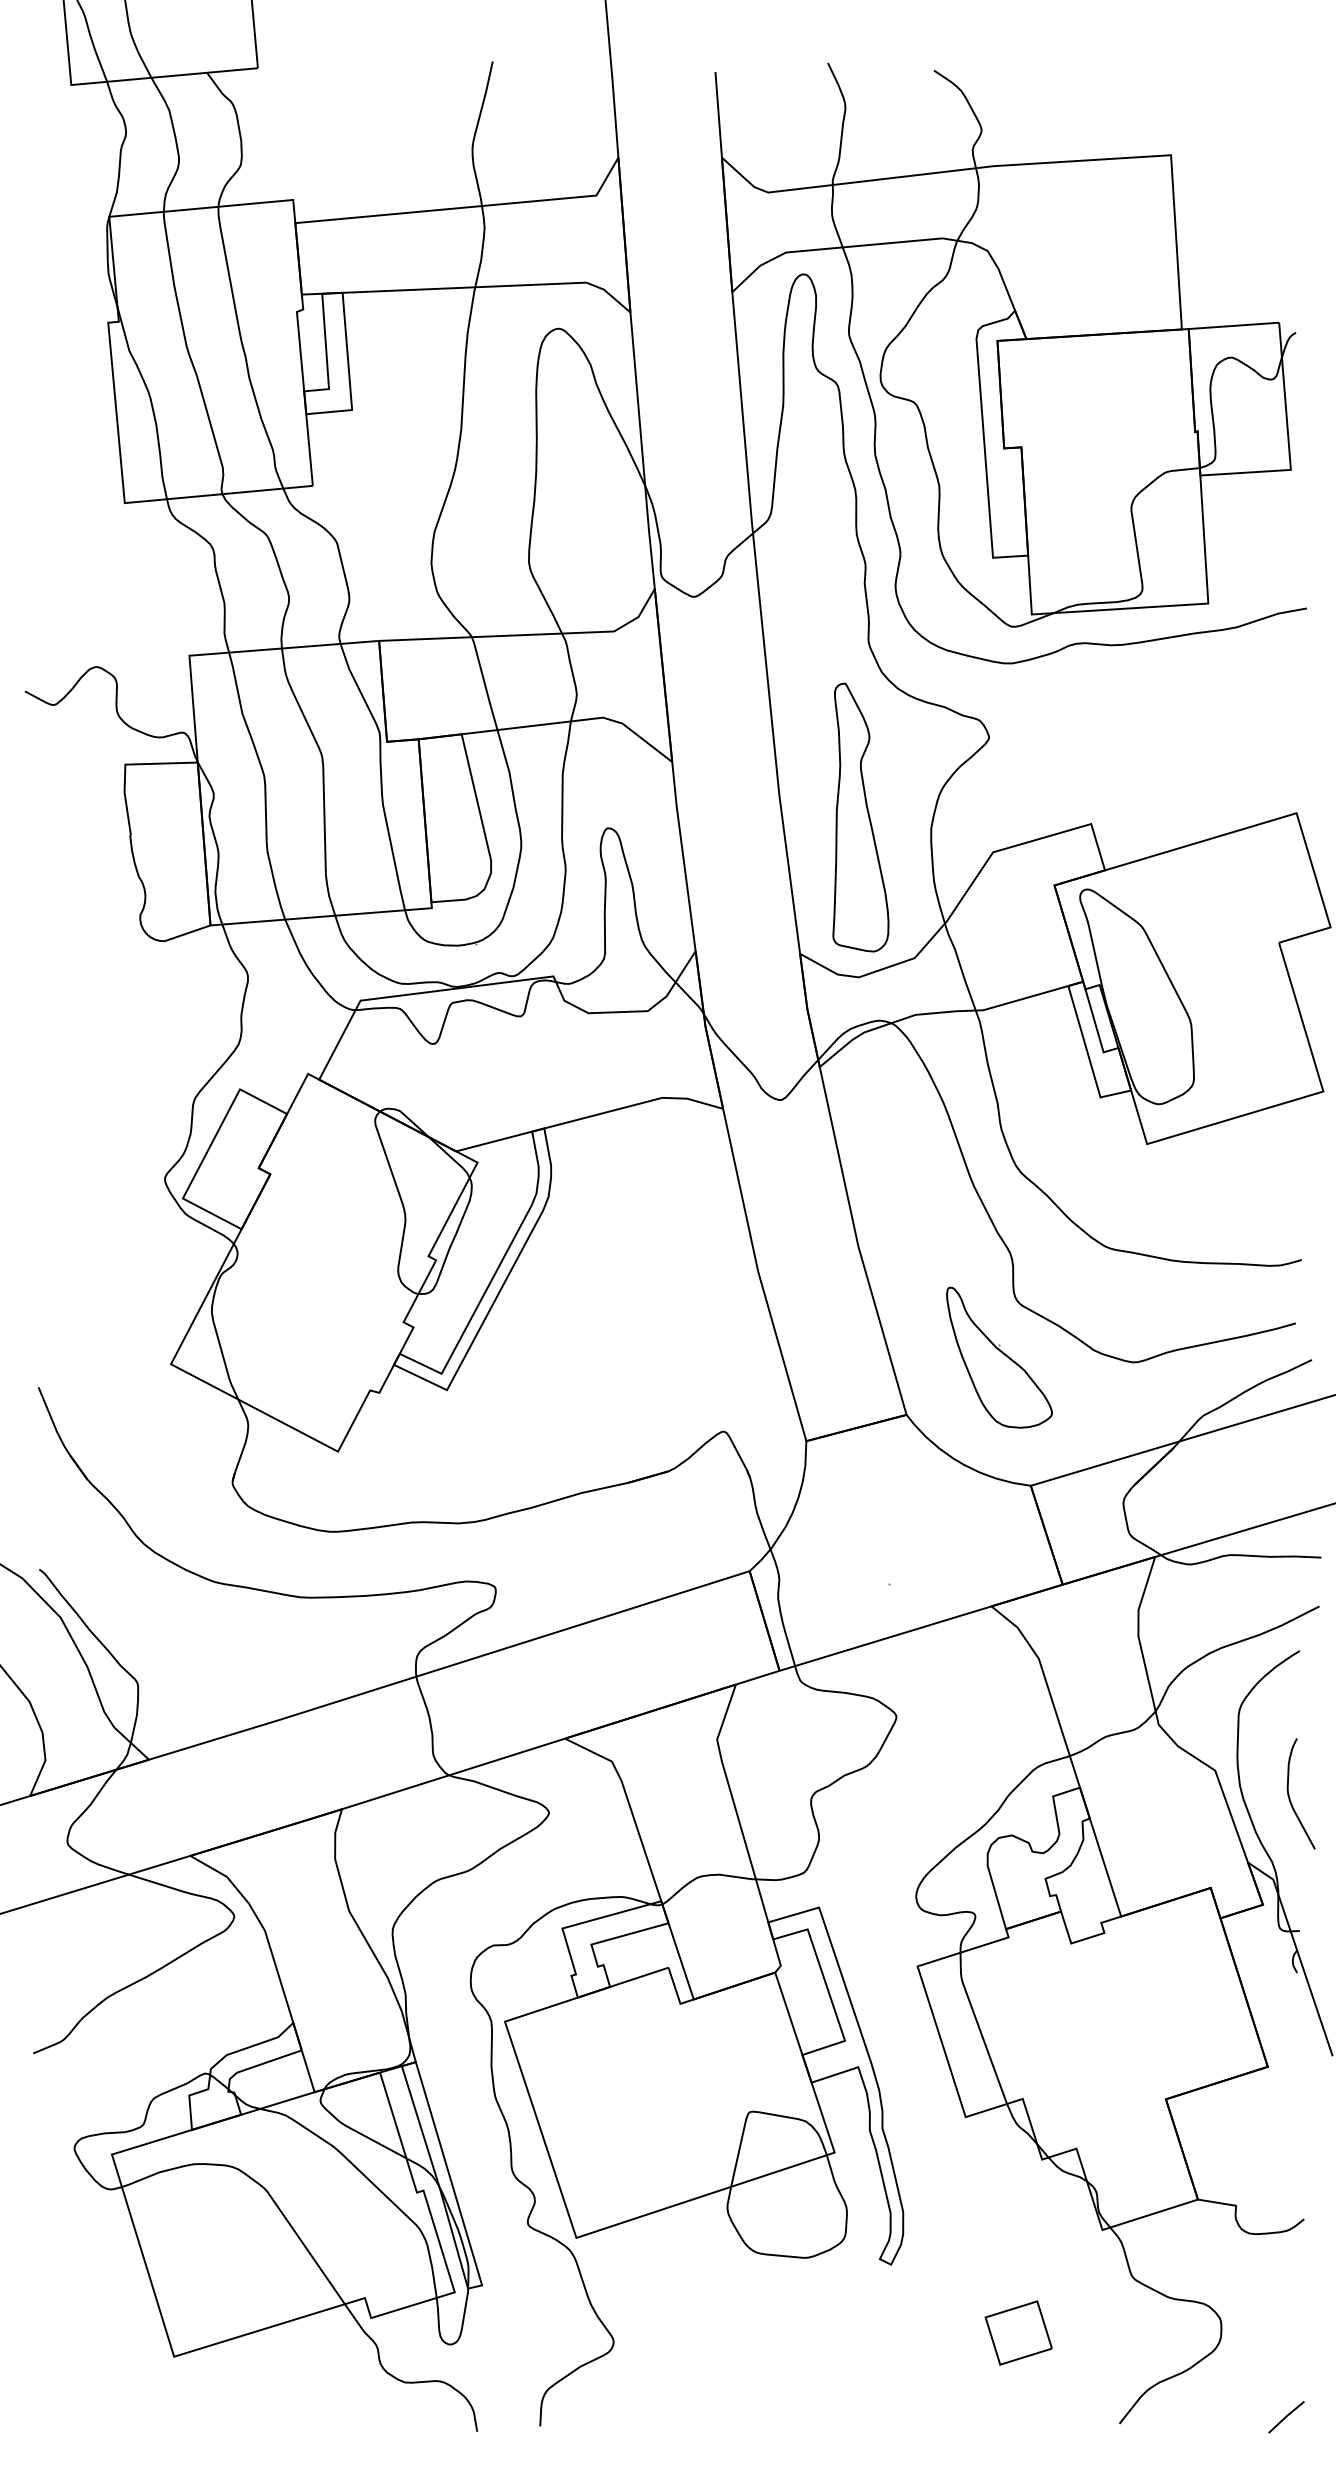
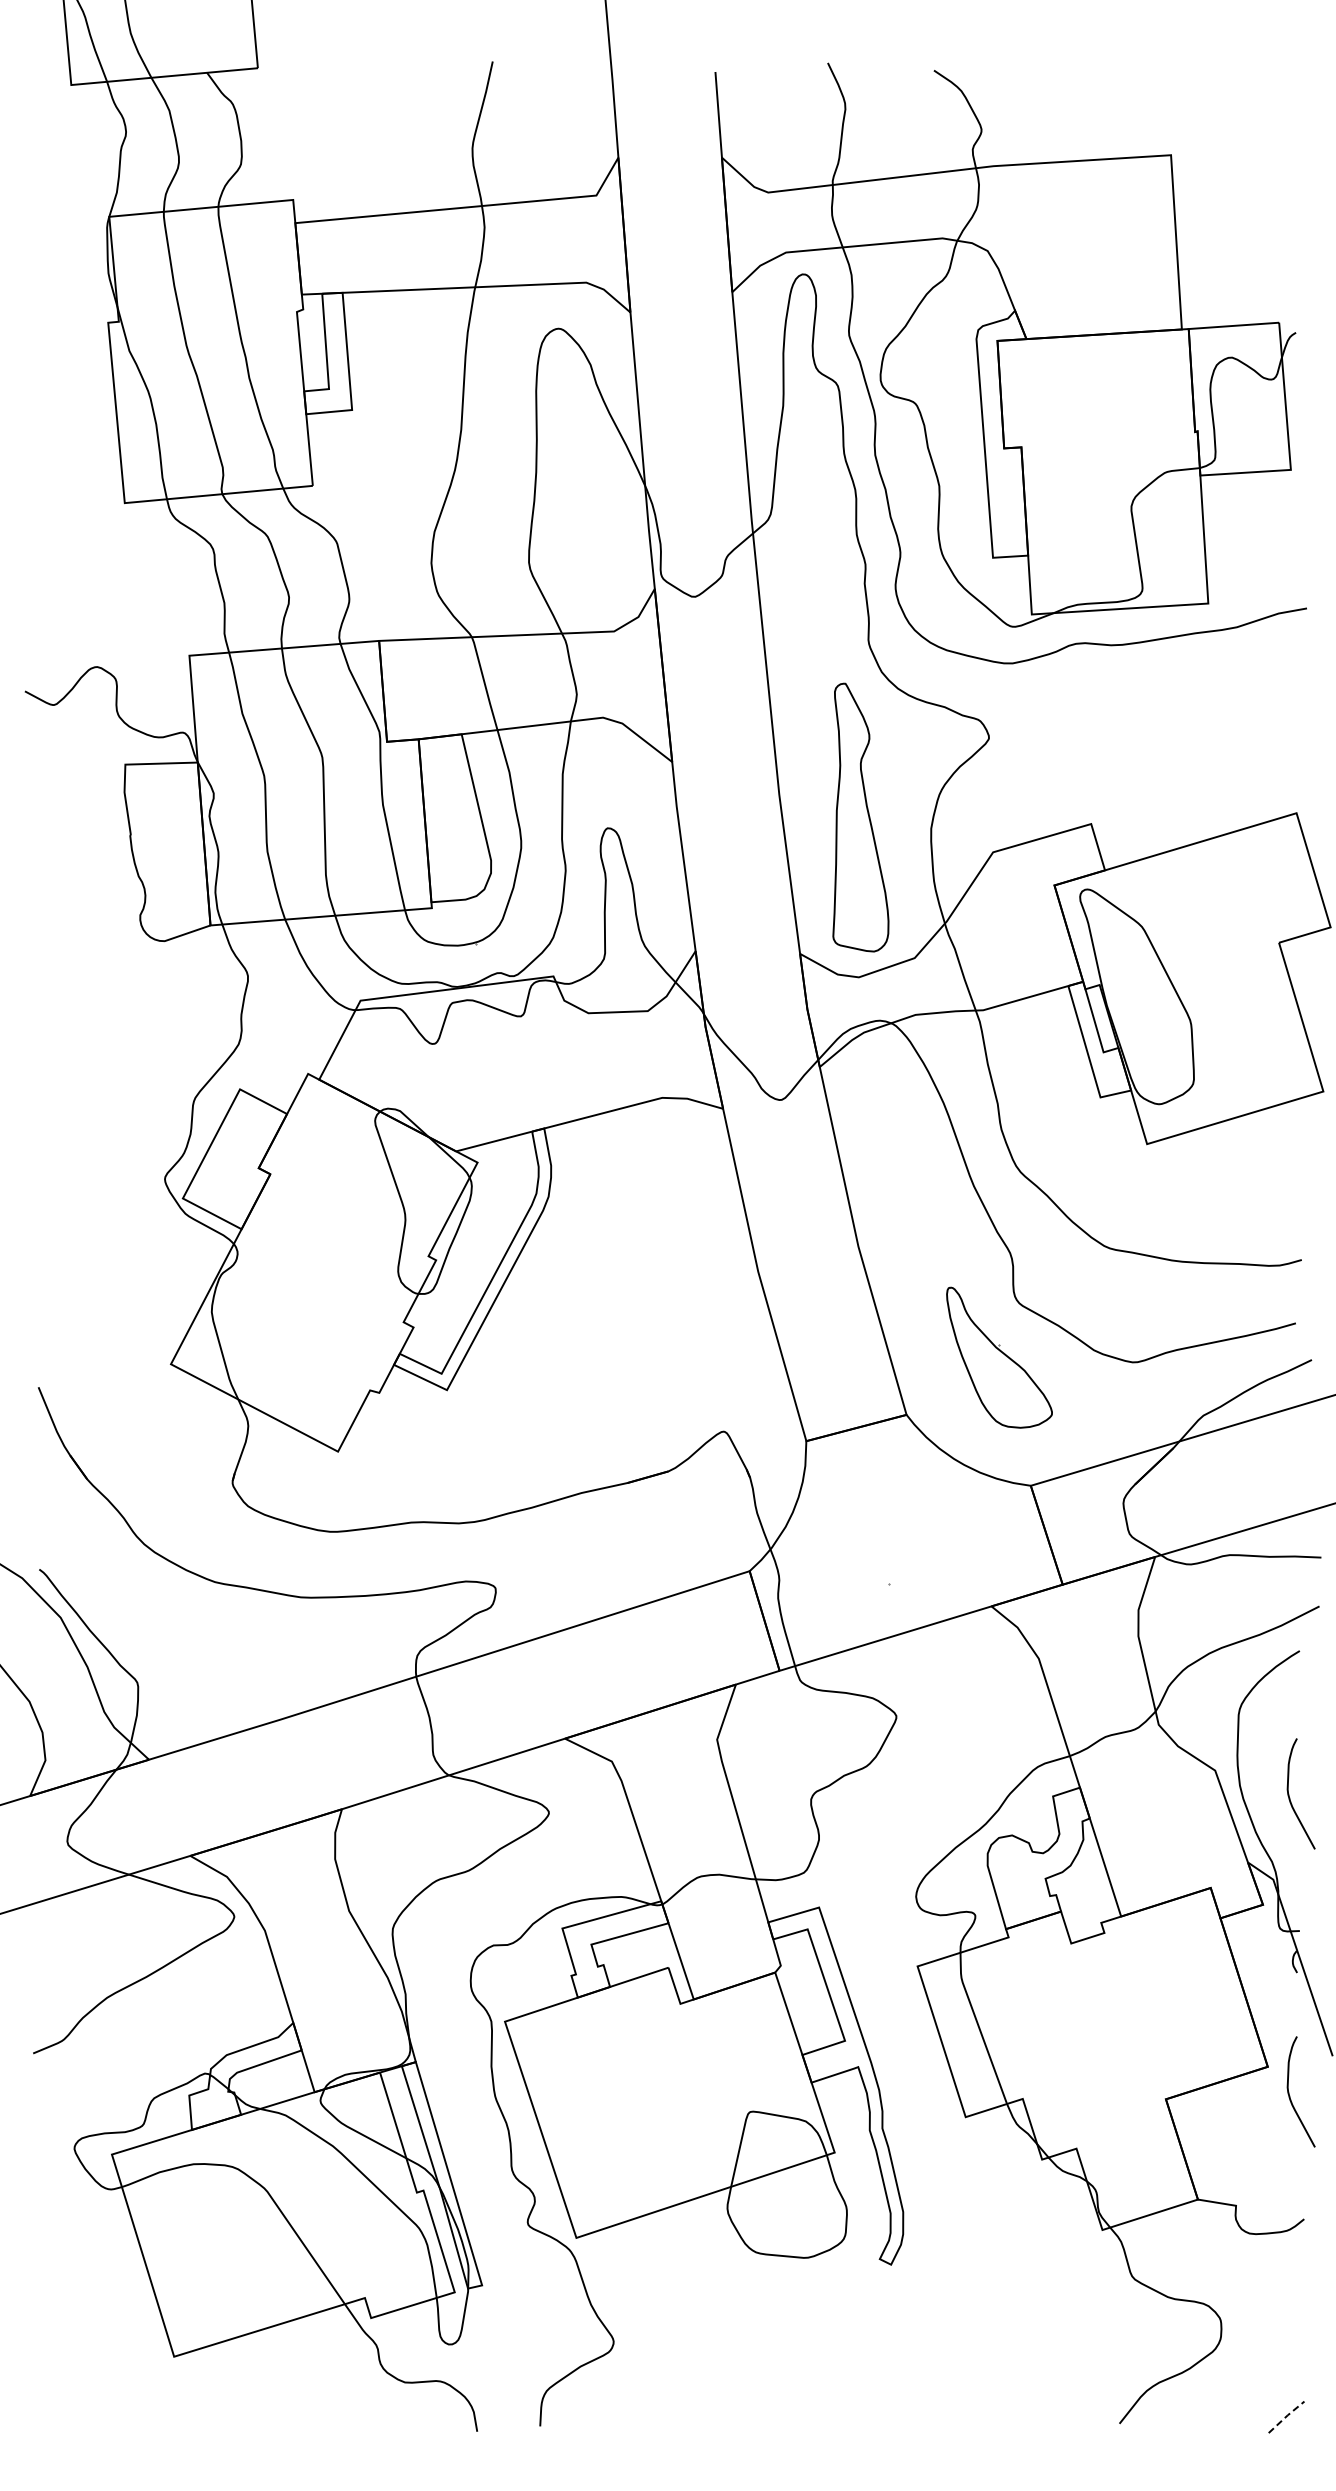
curve at (1289, 2092): none -> present
part at (1018, 2332): present -> none
line at (1286, 2416): solid -> dashed
